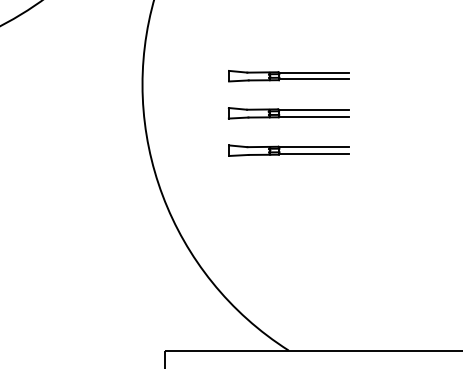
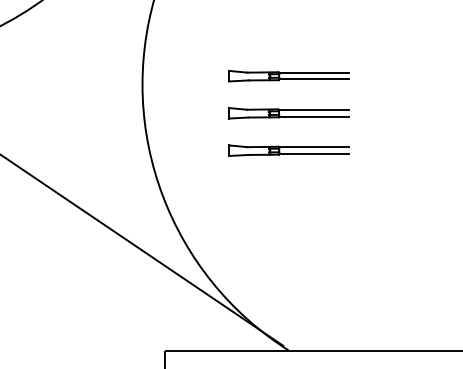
line at (142, 250): none -> present
